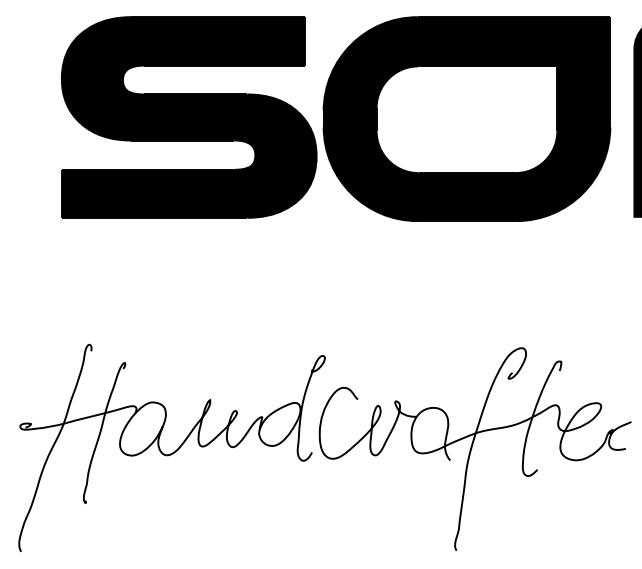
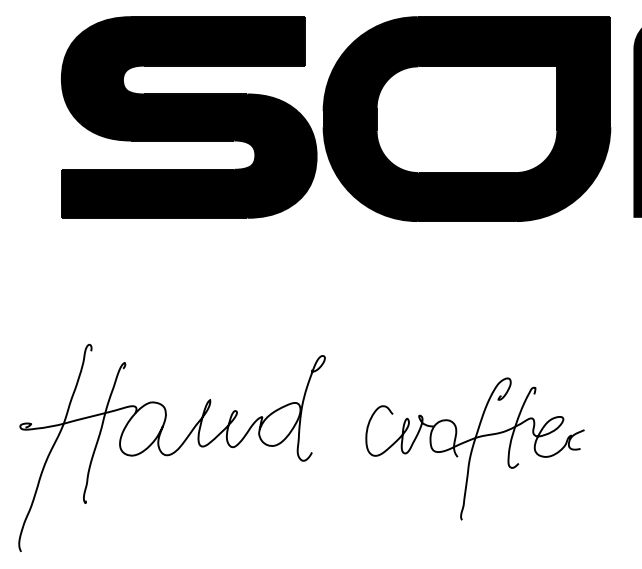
part at (474, 448) size: 314x204 px -> 220x144 px
